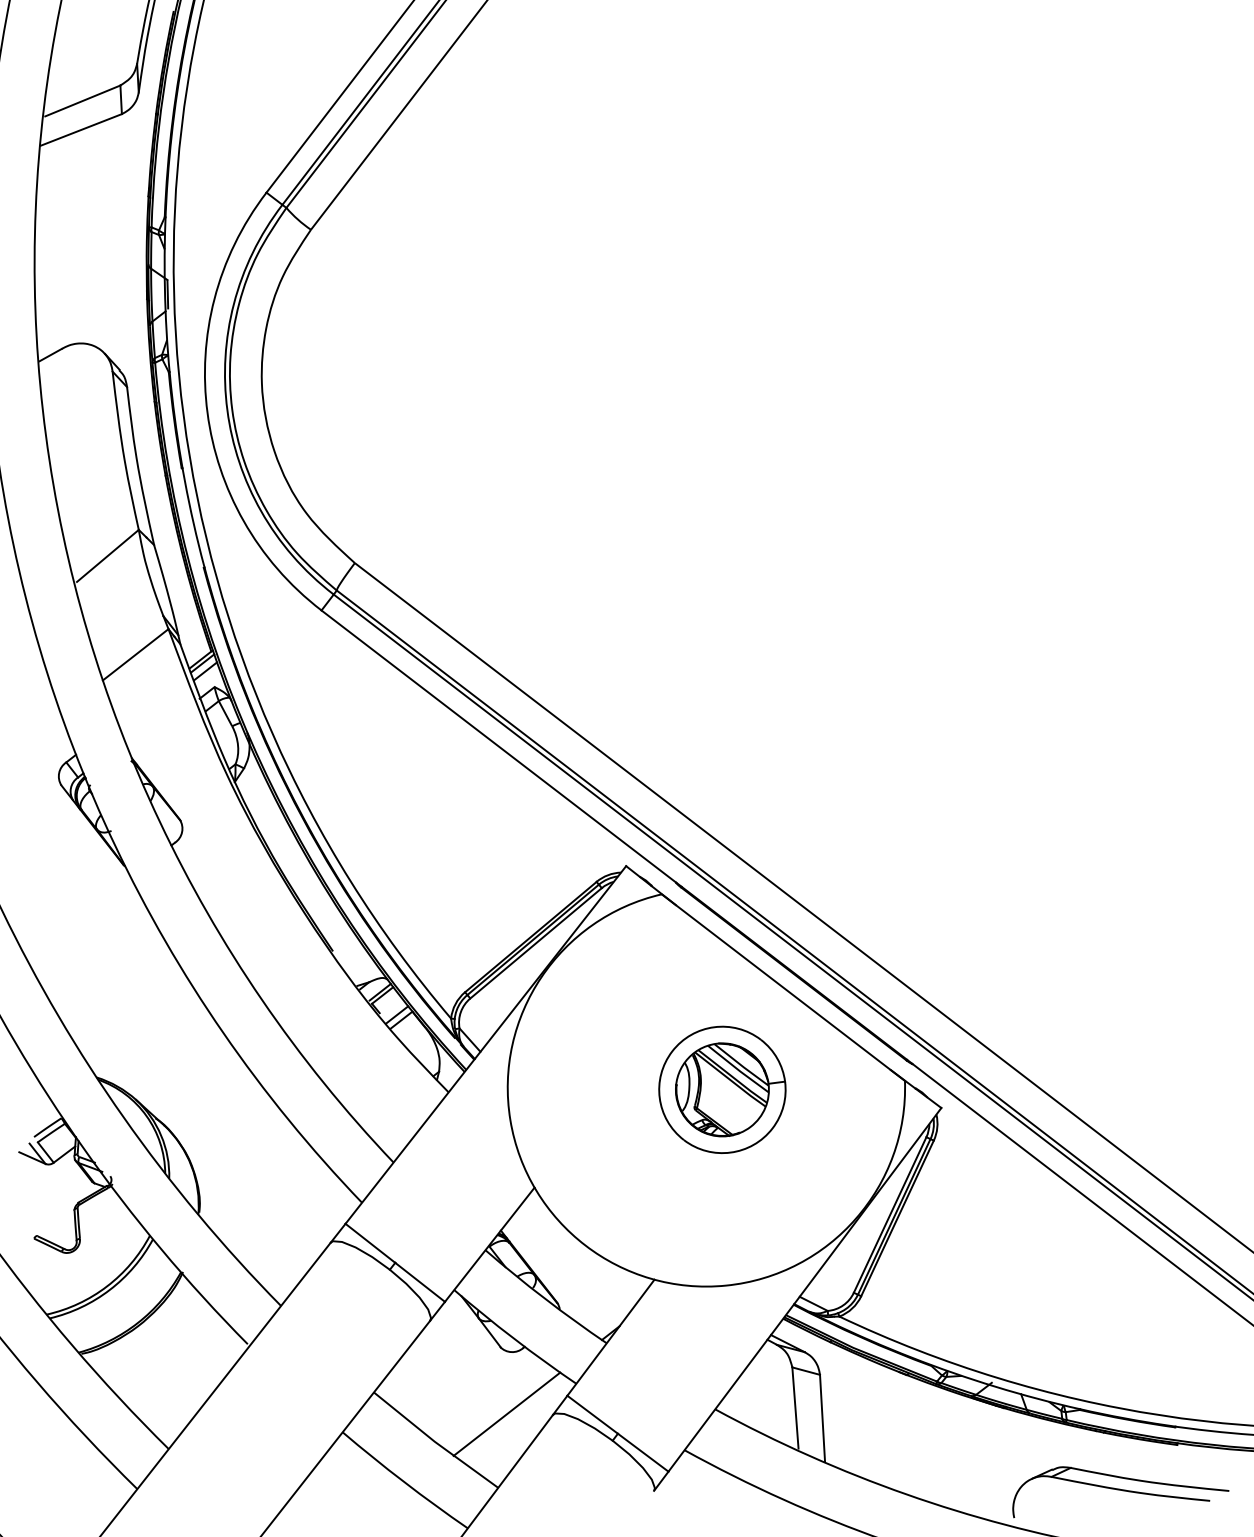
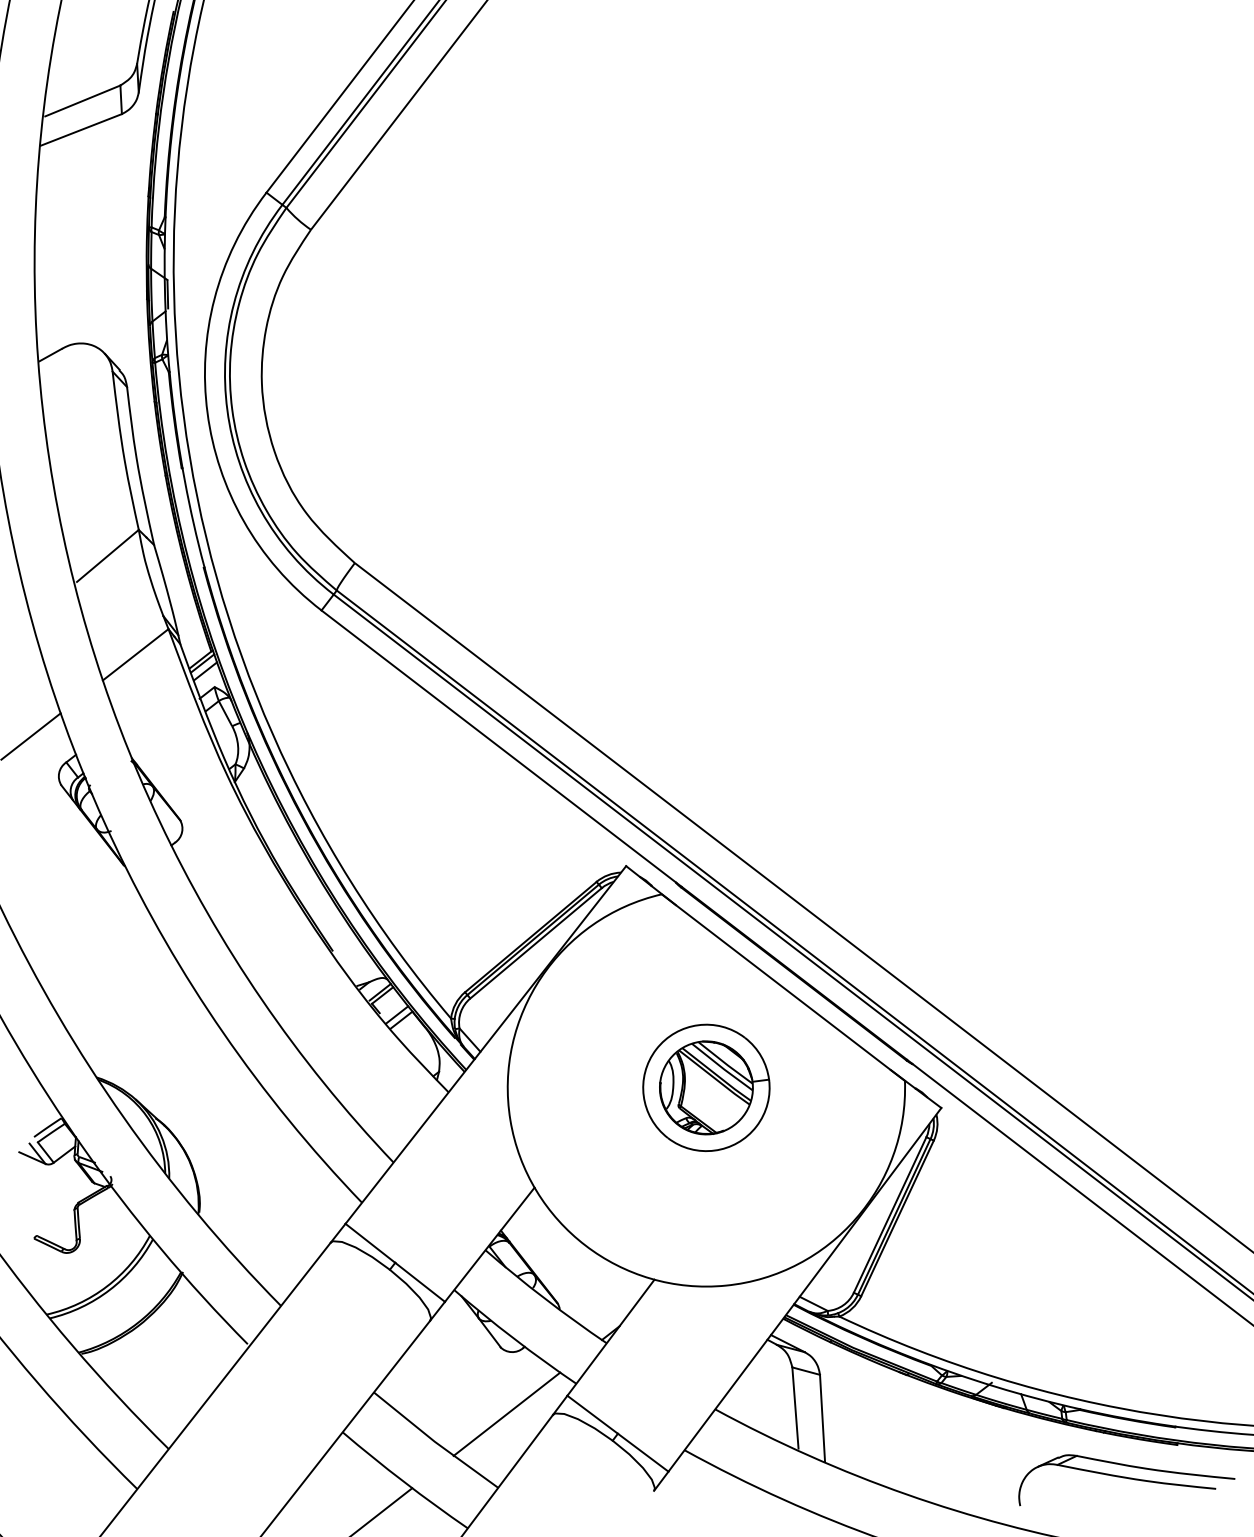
line at (31, 736): none -> present
part at (722, 1089) position: (722, 1089) -> (706, 1087)
part at (1120, 1492) position: (1120, 1492) -> (1126, 1480)
line at (382, 1510): none -> present
